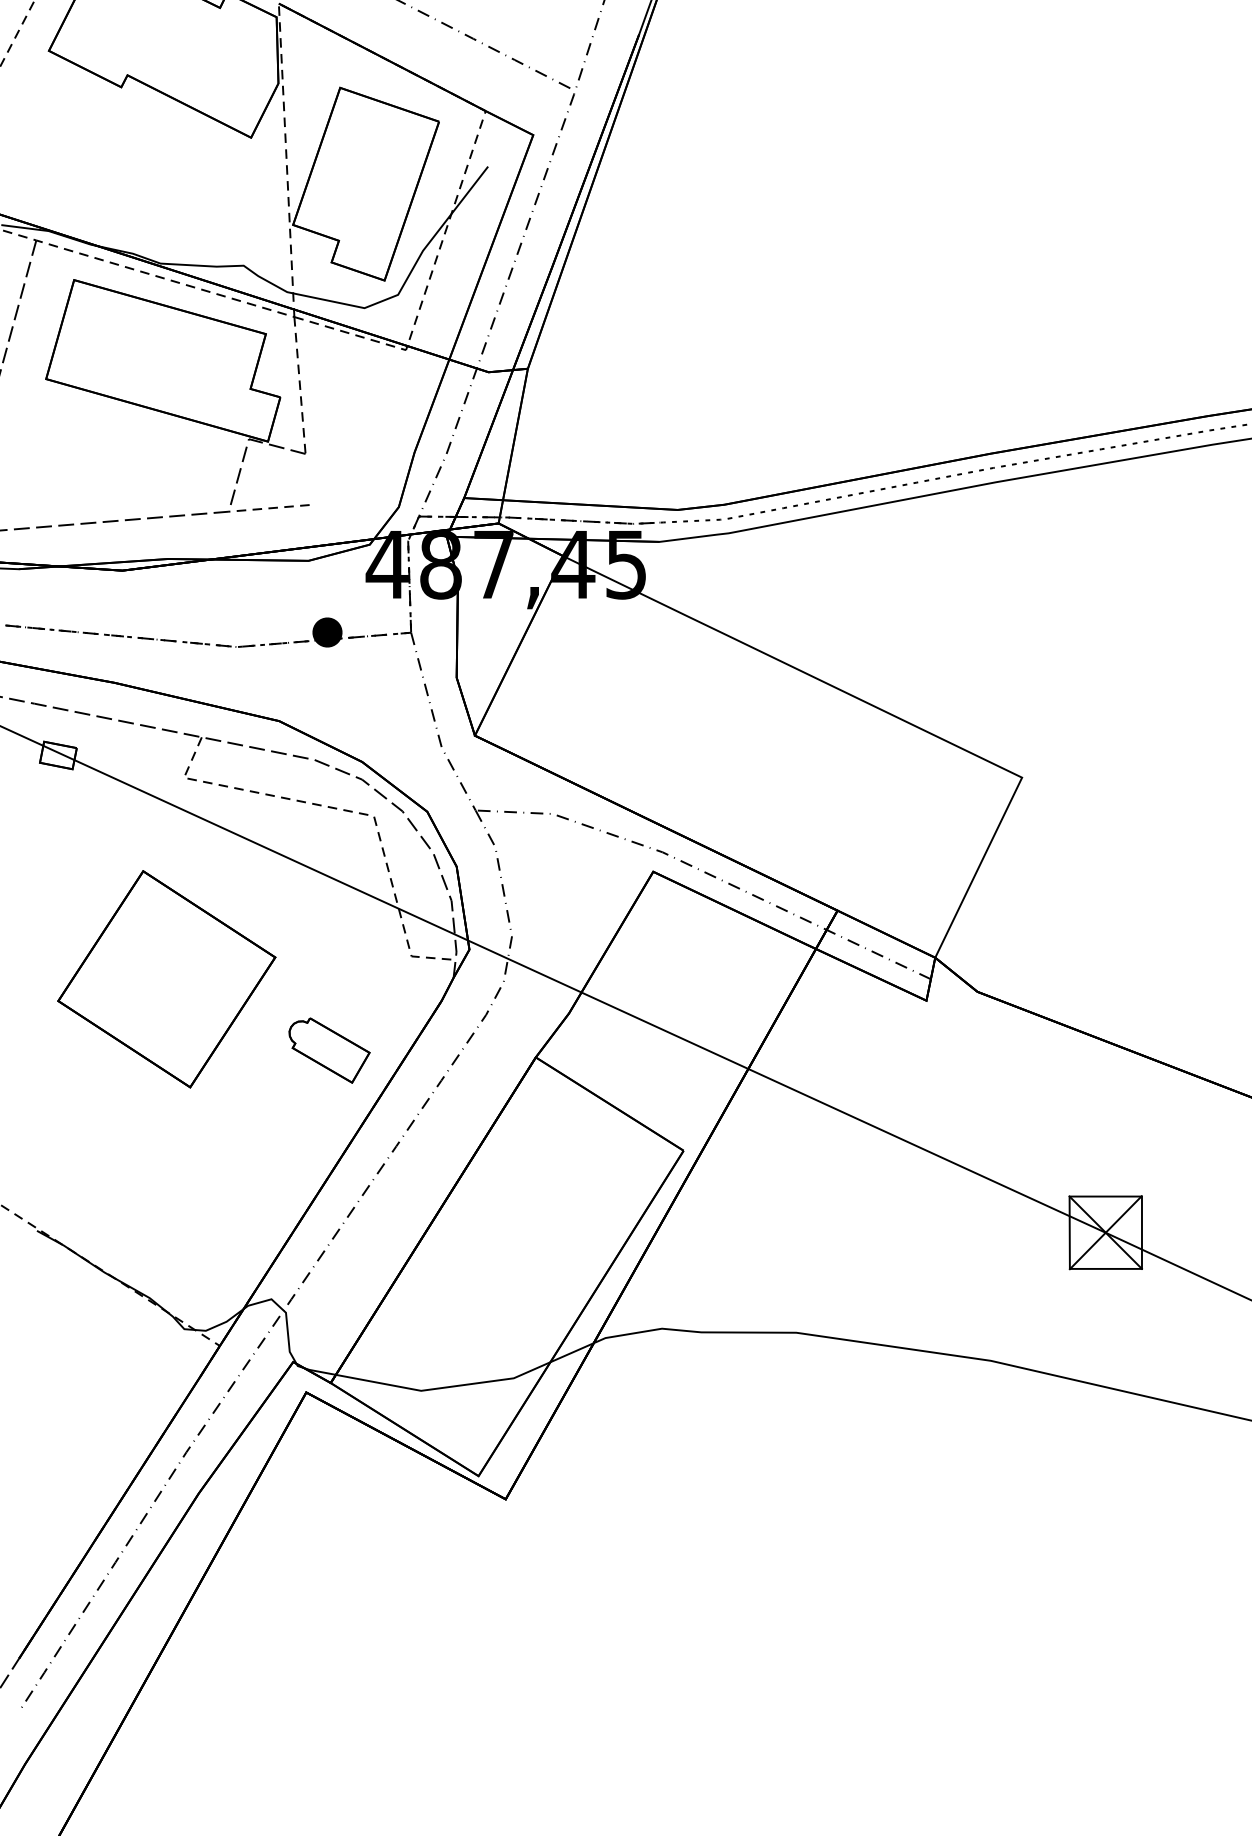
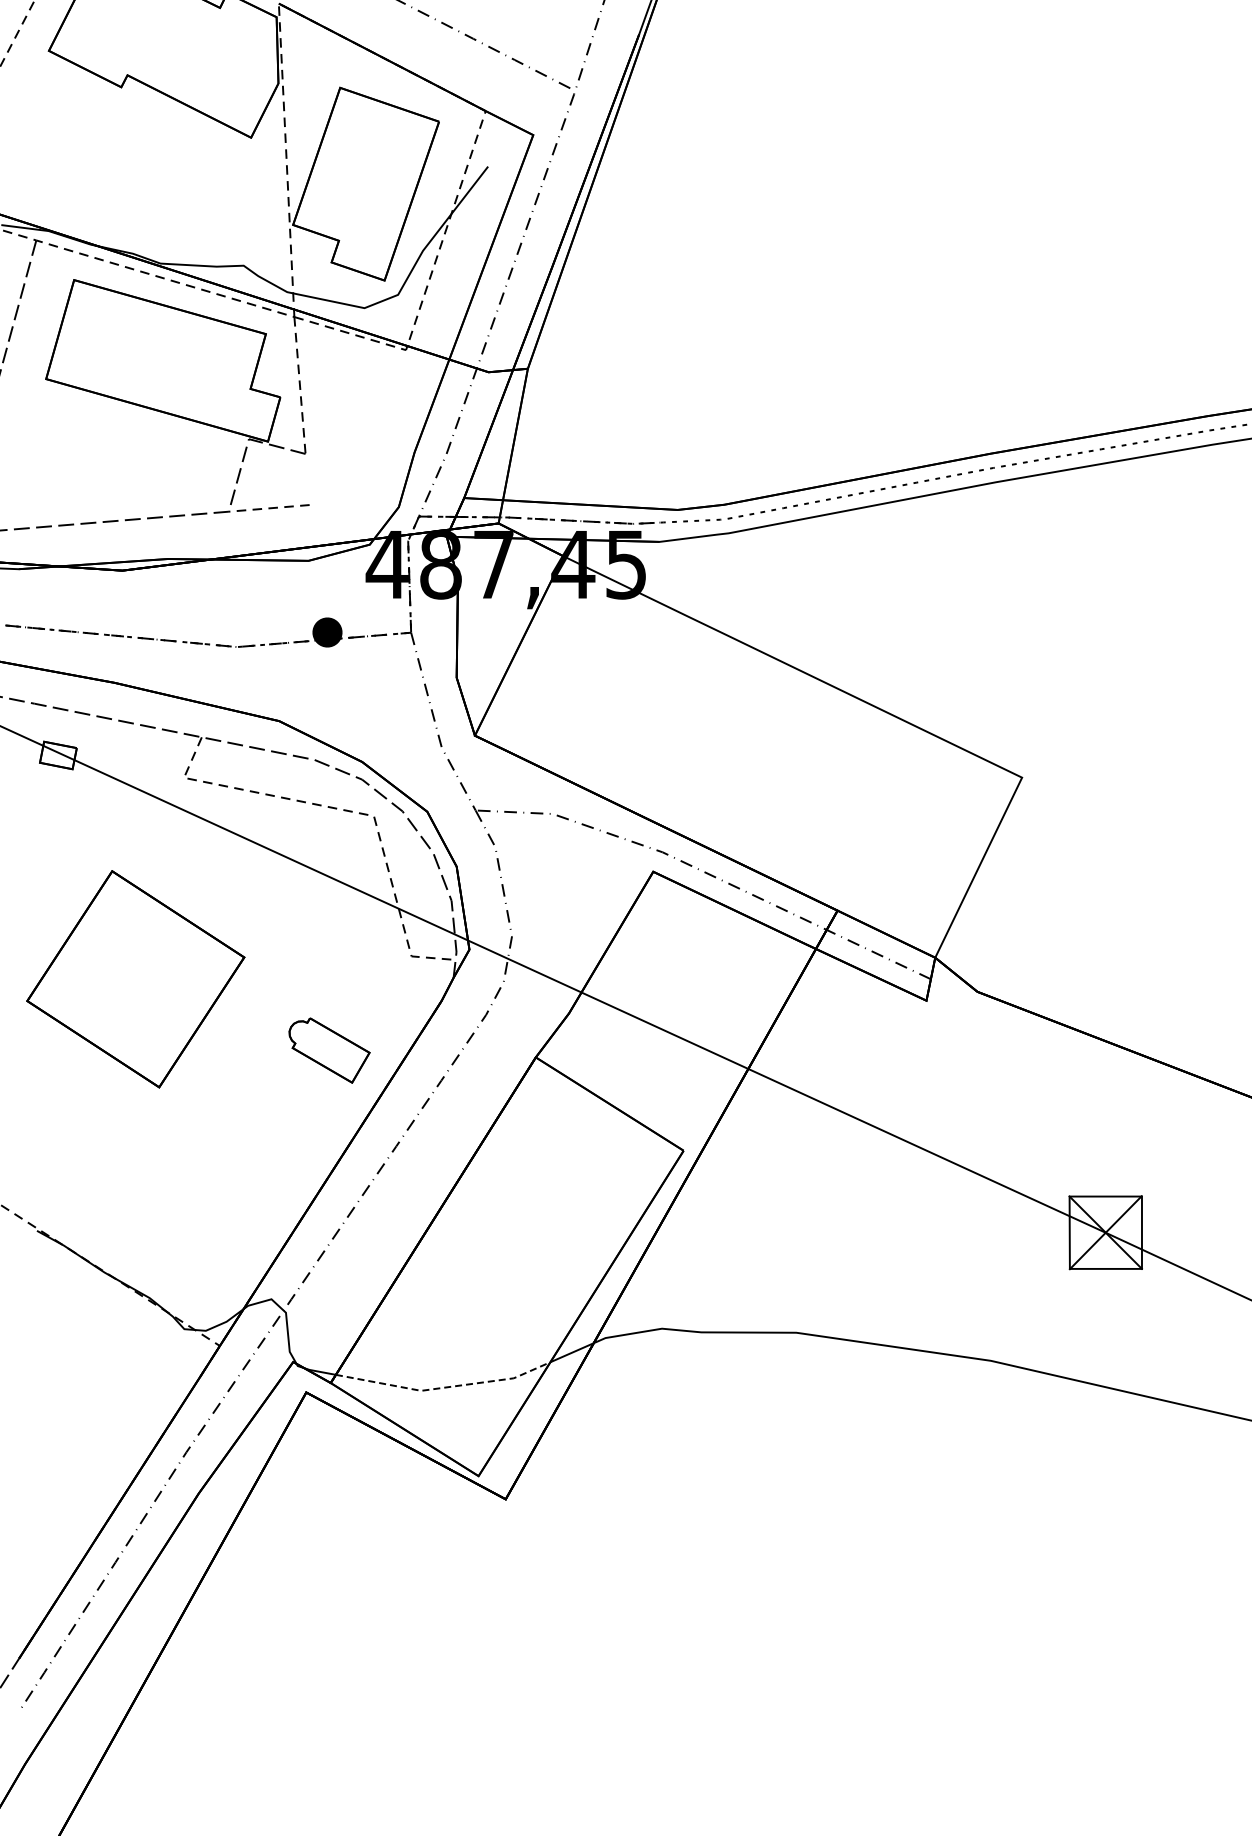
part at (166, 979) position: (166, 979) -> (135, 979)
line at (444, 1387): solid -> dashed
